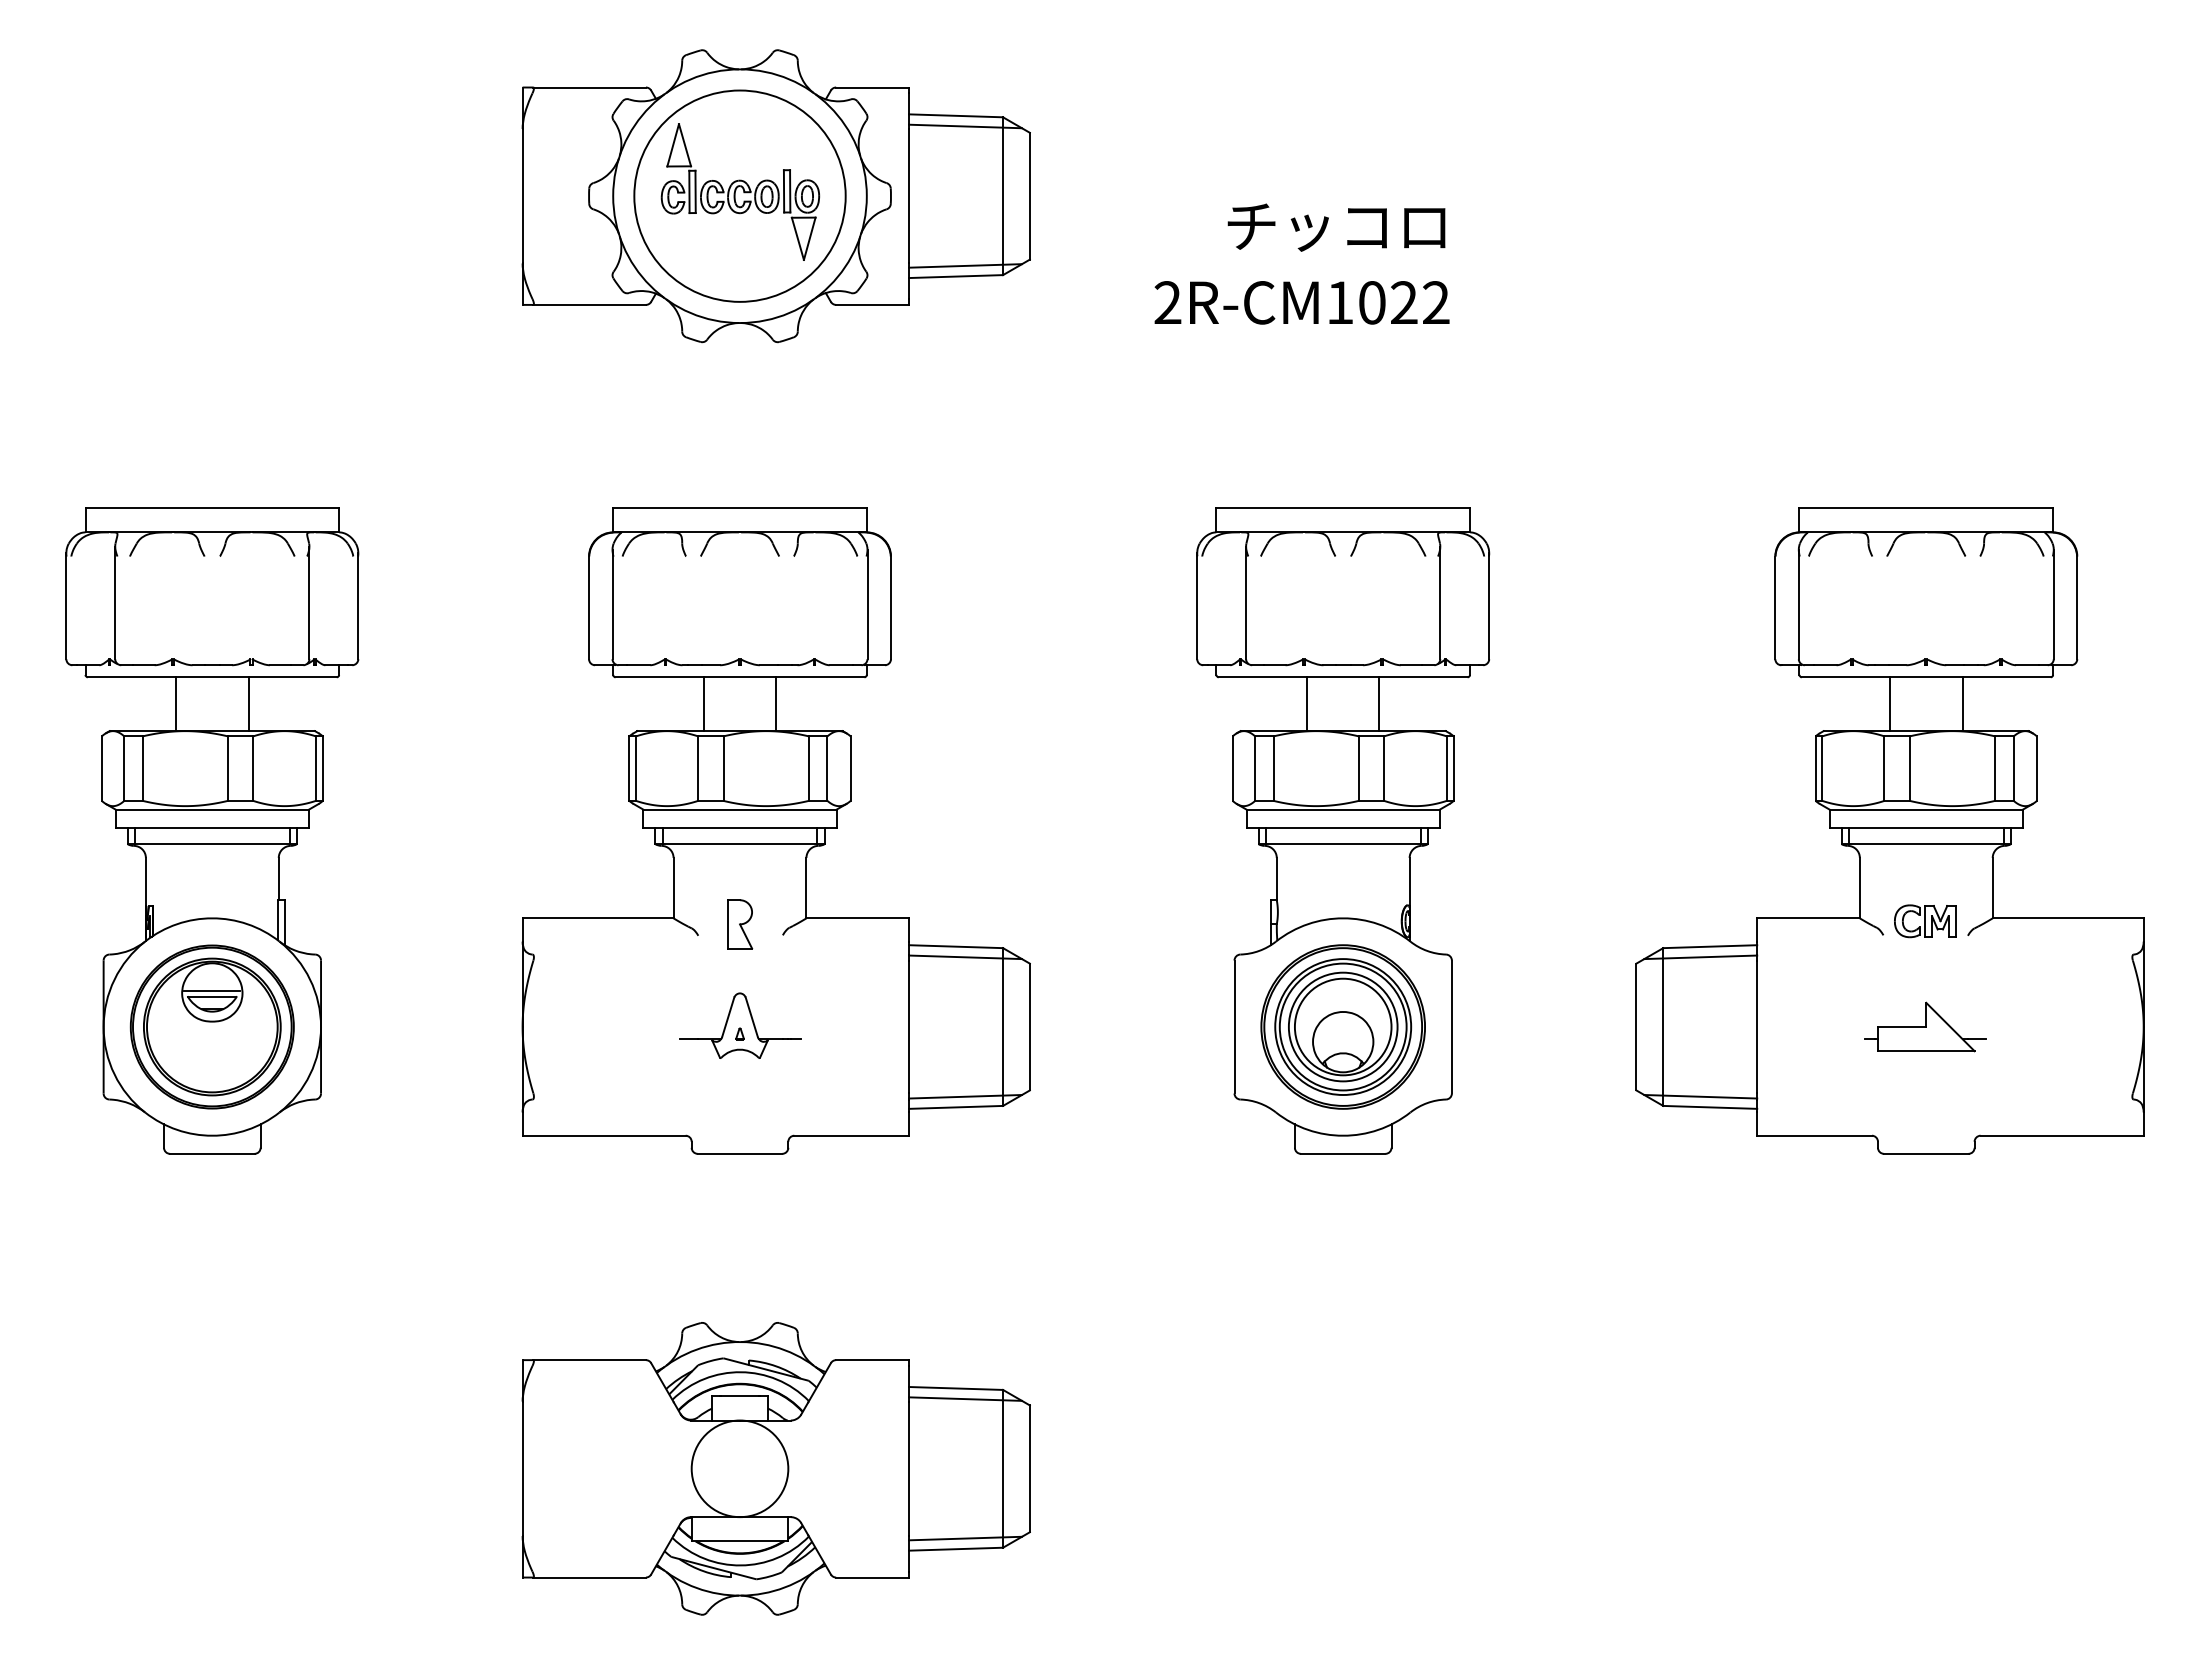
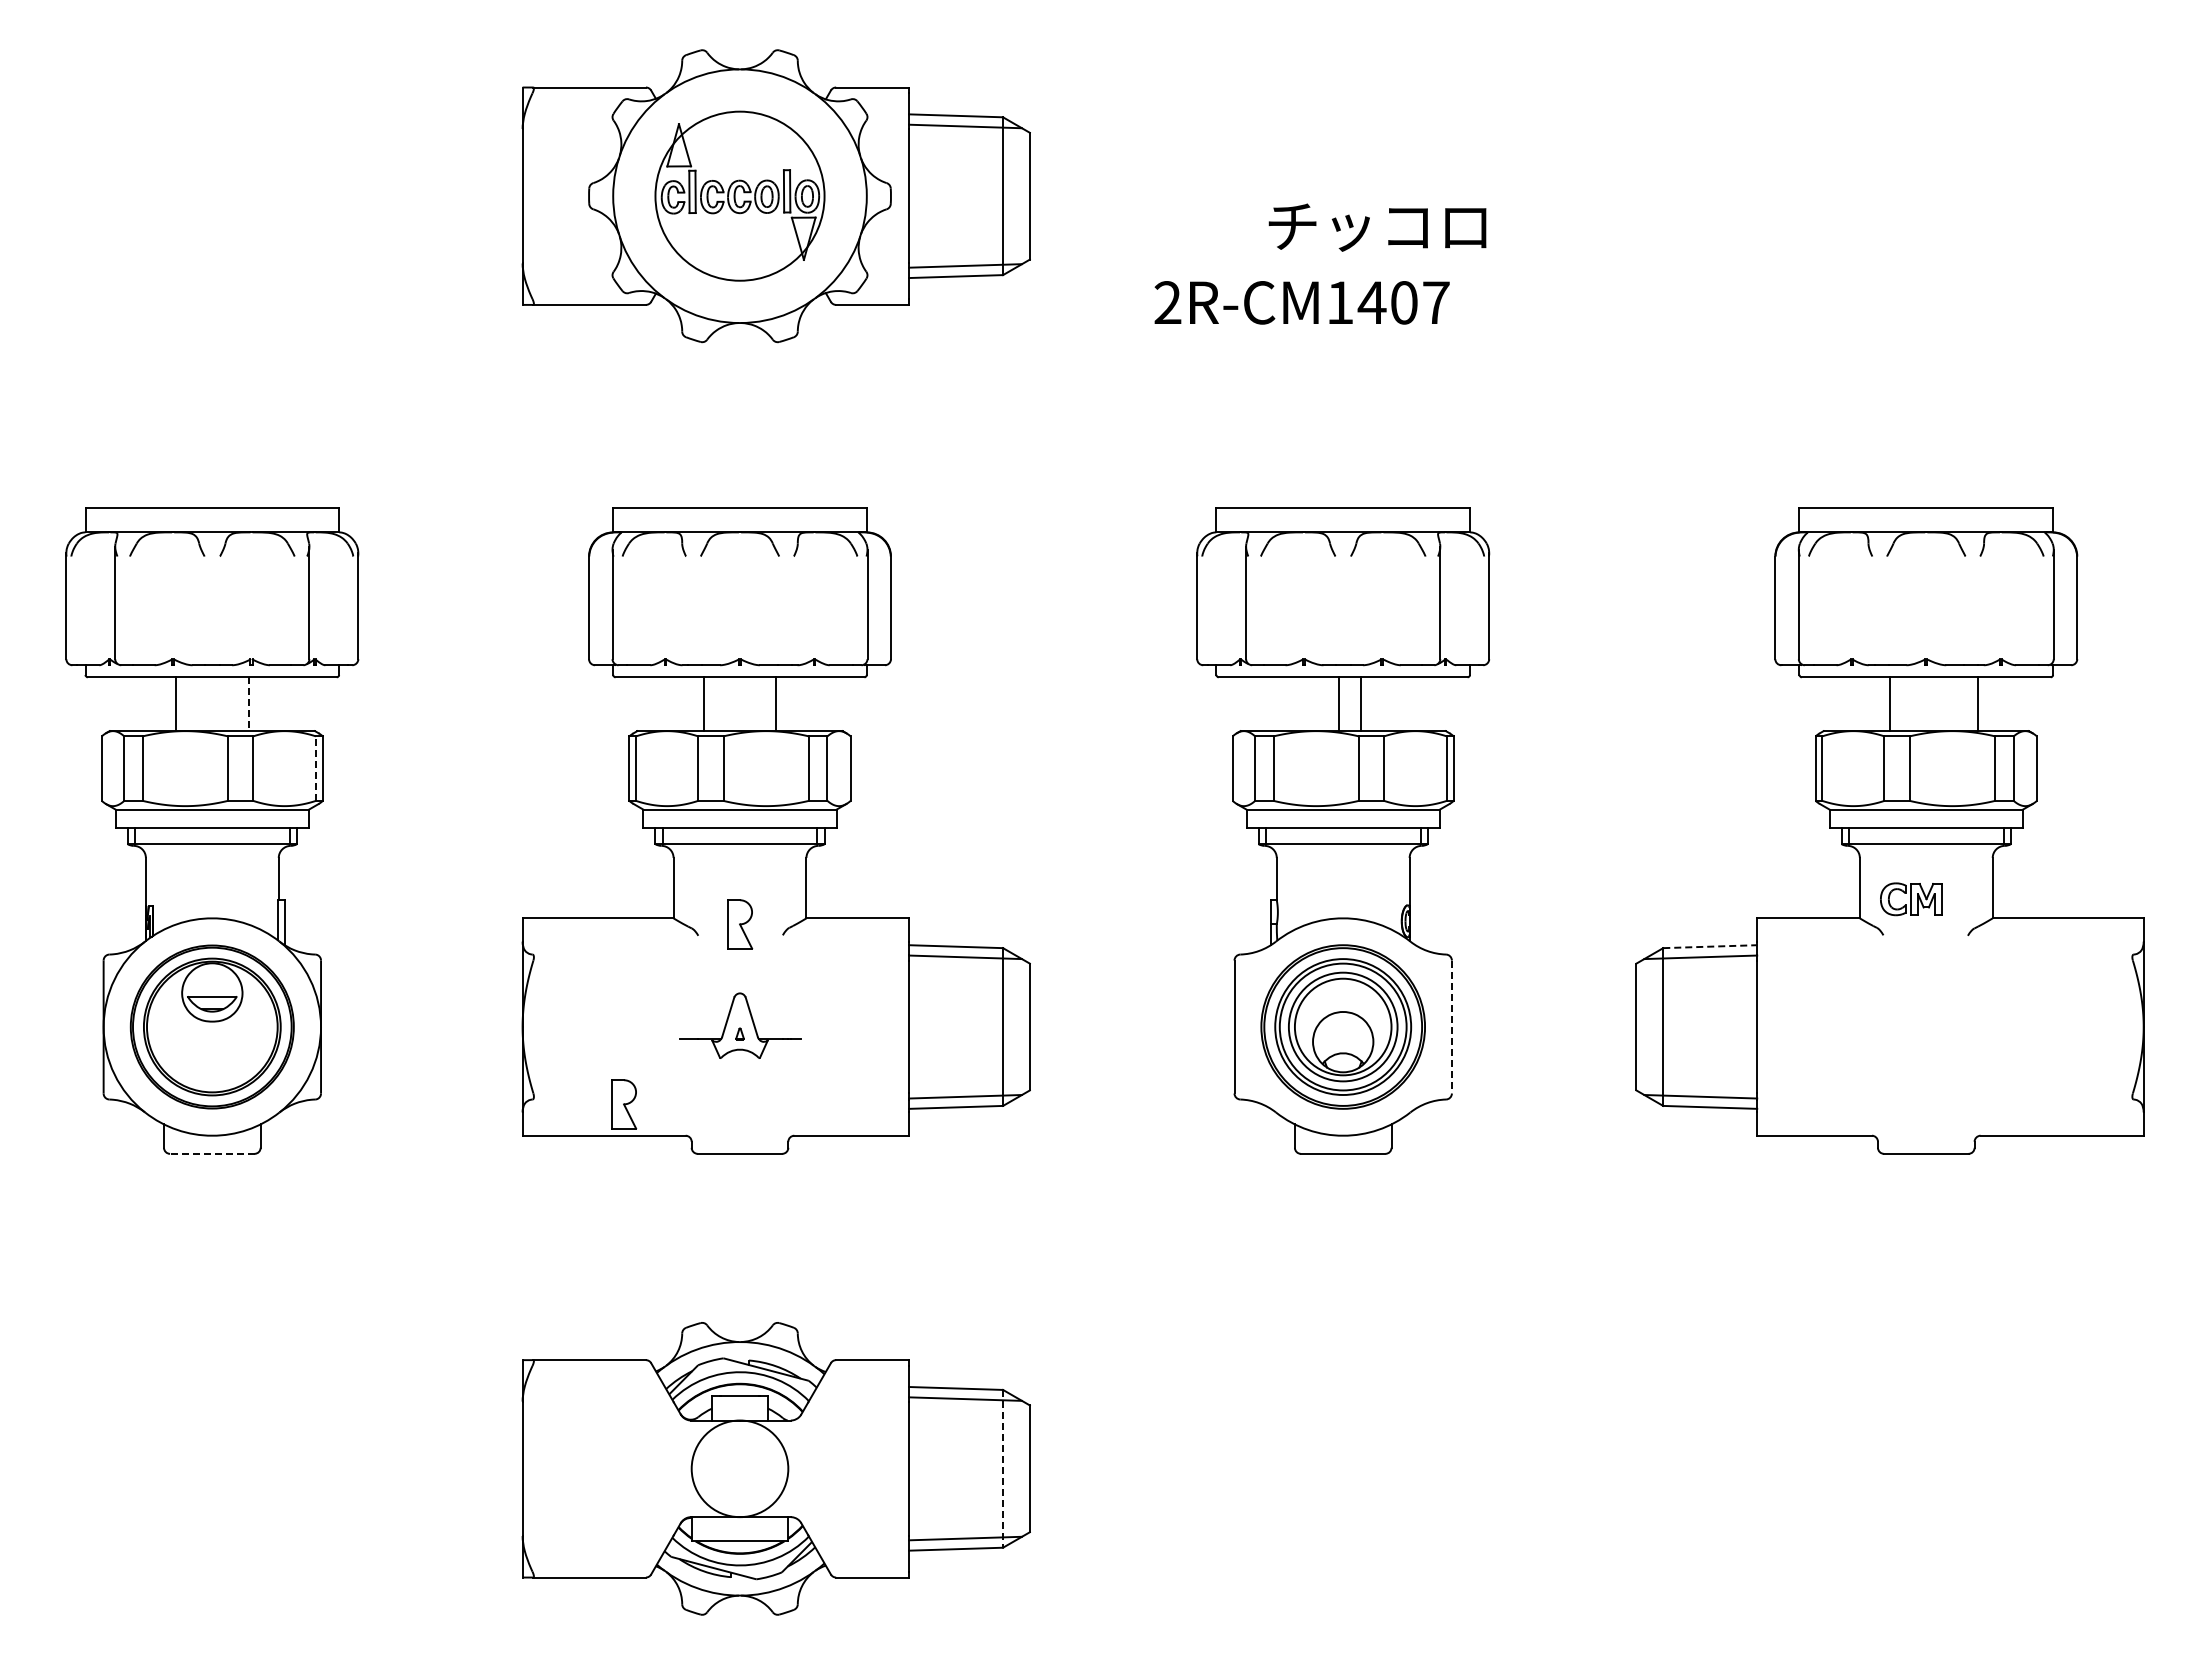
circle at (739, 195) diameter: 211 px -> 169 px
text at (1336, 227) position: (1336, 227) -> (1377, 227)
text at (1403, 302): 2R-CM1022 -> 2R-CM1407
line at (248, 704): solid -> dashed
line at (1306, 704) position: (1306, 704) -> (1338, 704)
line at (1379, 704) position: (1379, 704) -> (1361, 704)
line at (1962, 704) position: (1962, 704) -> (1977, 704)
line at (315, 768): solid -> dashed
part at (1925, 921) position: (1925, 921) -> (1911, 899)
line at (1710, 946): solid -> dashed
line at (212, 991): present -> none
part at (1925, 1026): present -> none
line at (1451, 1027): solid -> dashed
part at (624, 1104): none -> present
line at (211, 1153): solid -> dashed
line at (1003, 1468): solid -> dashed
